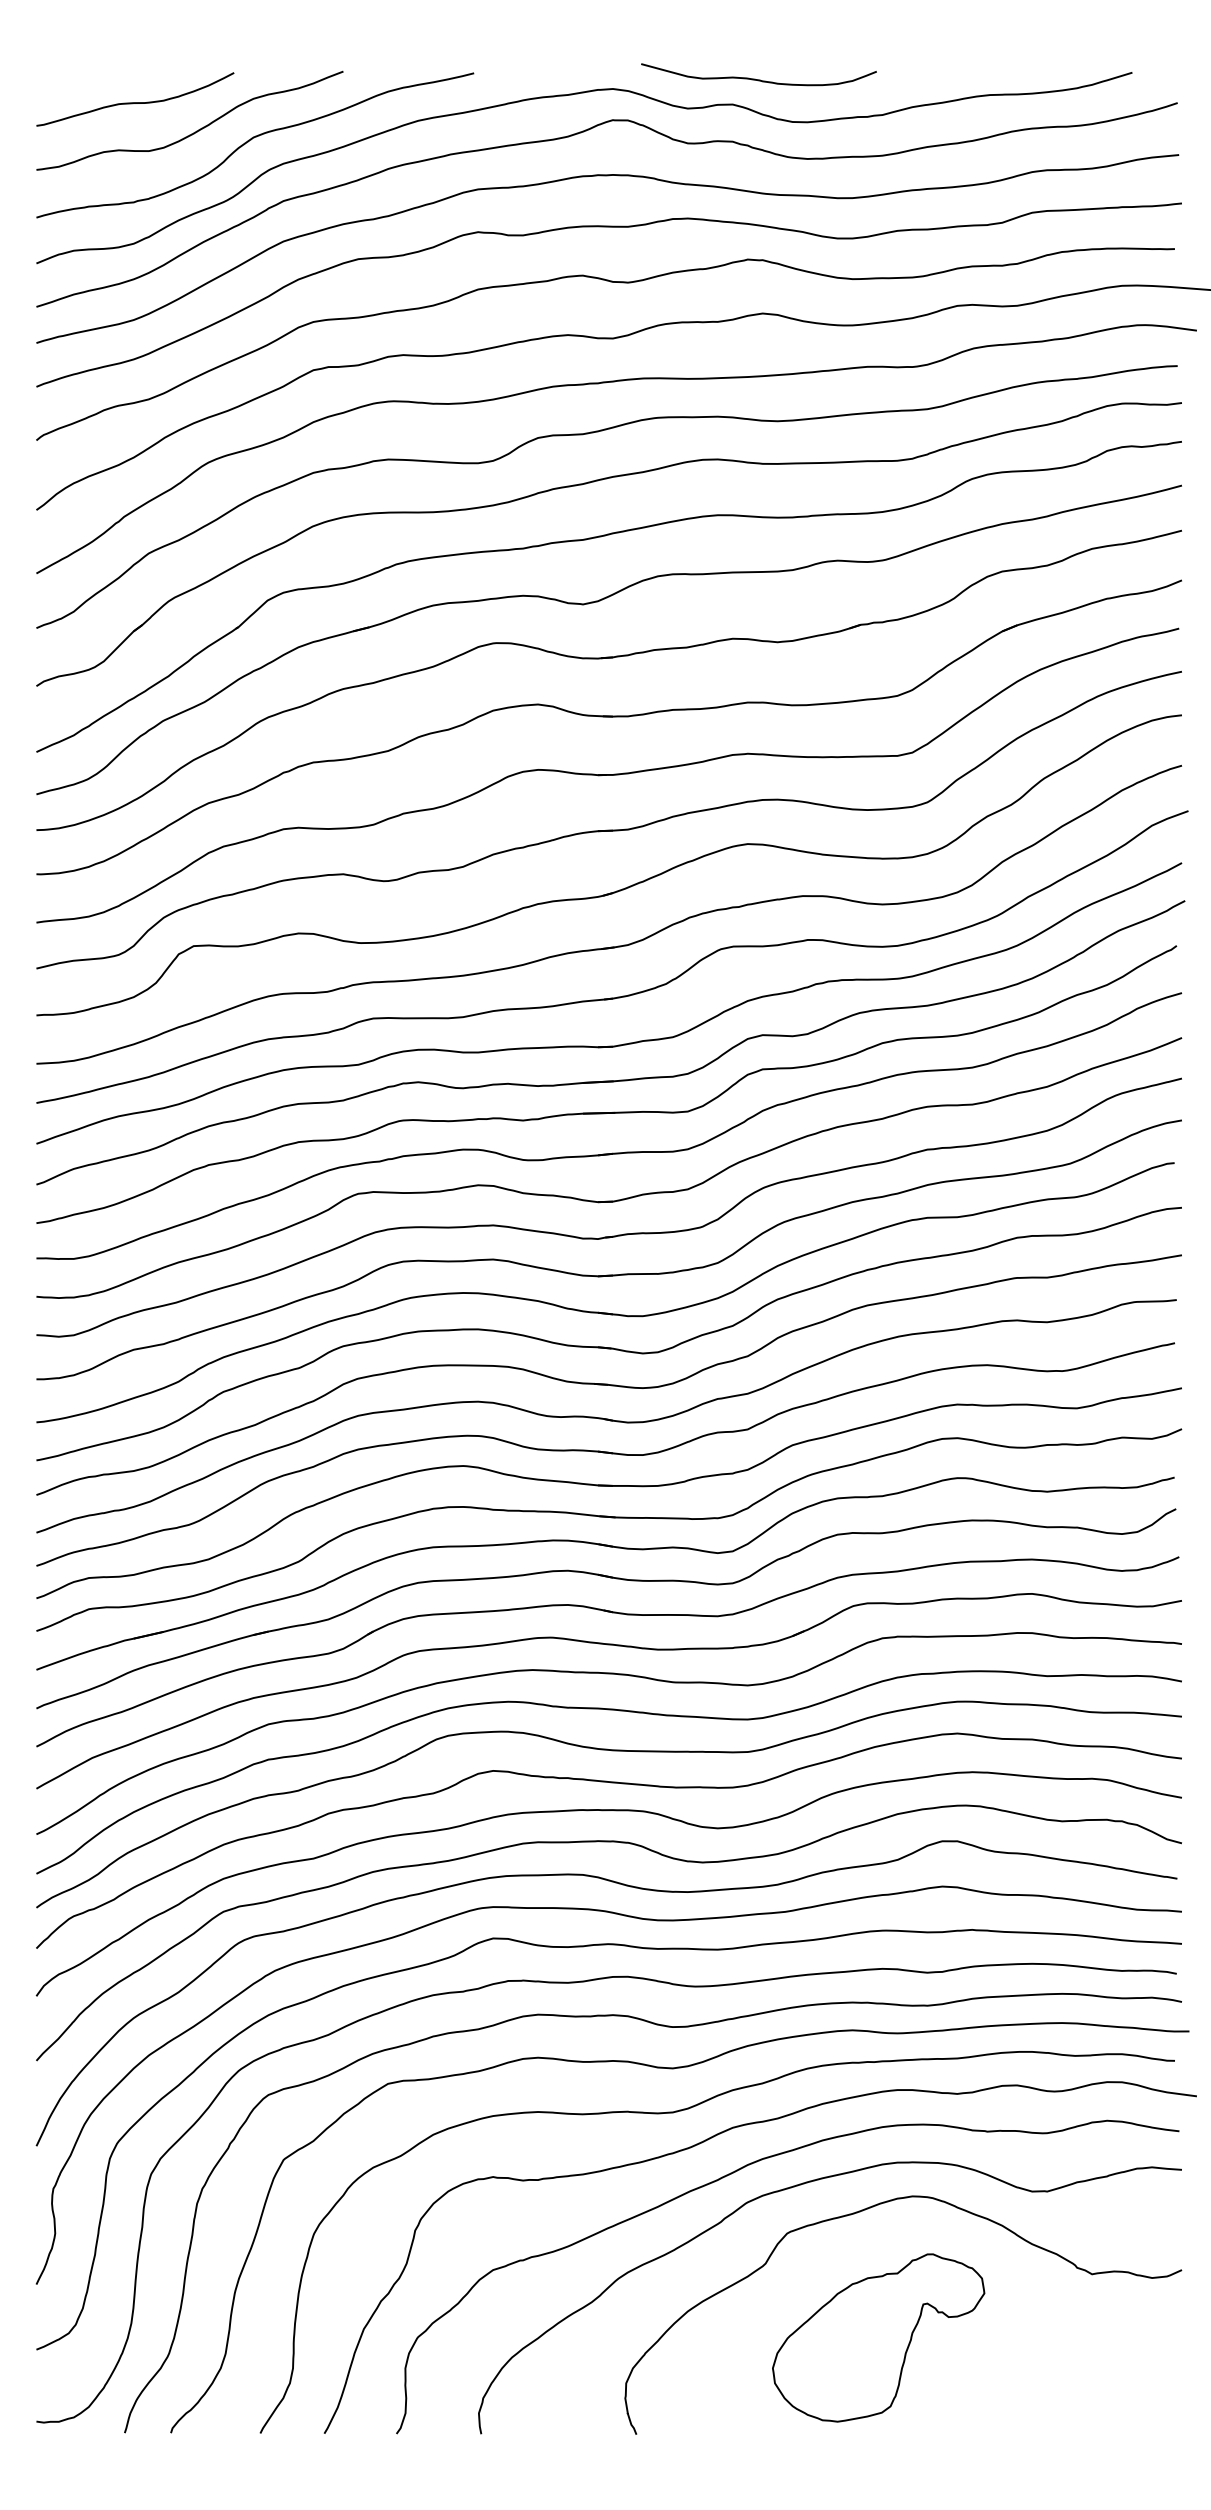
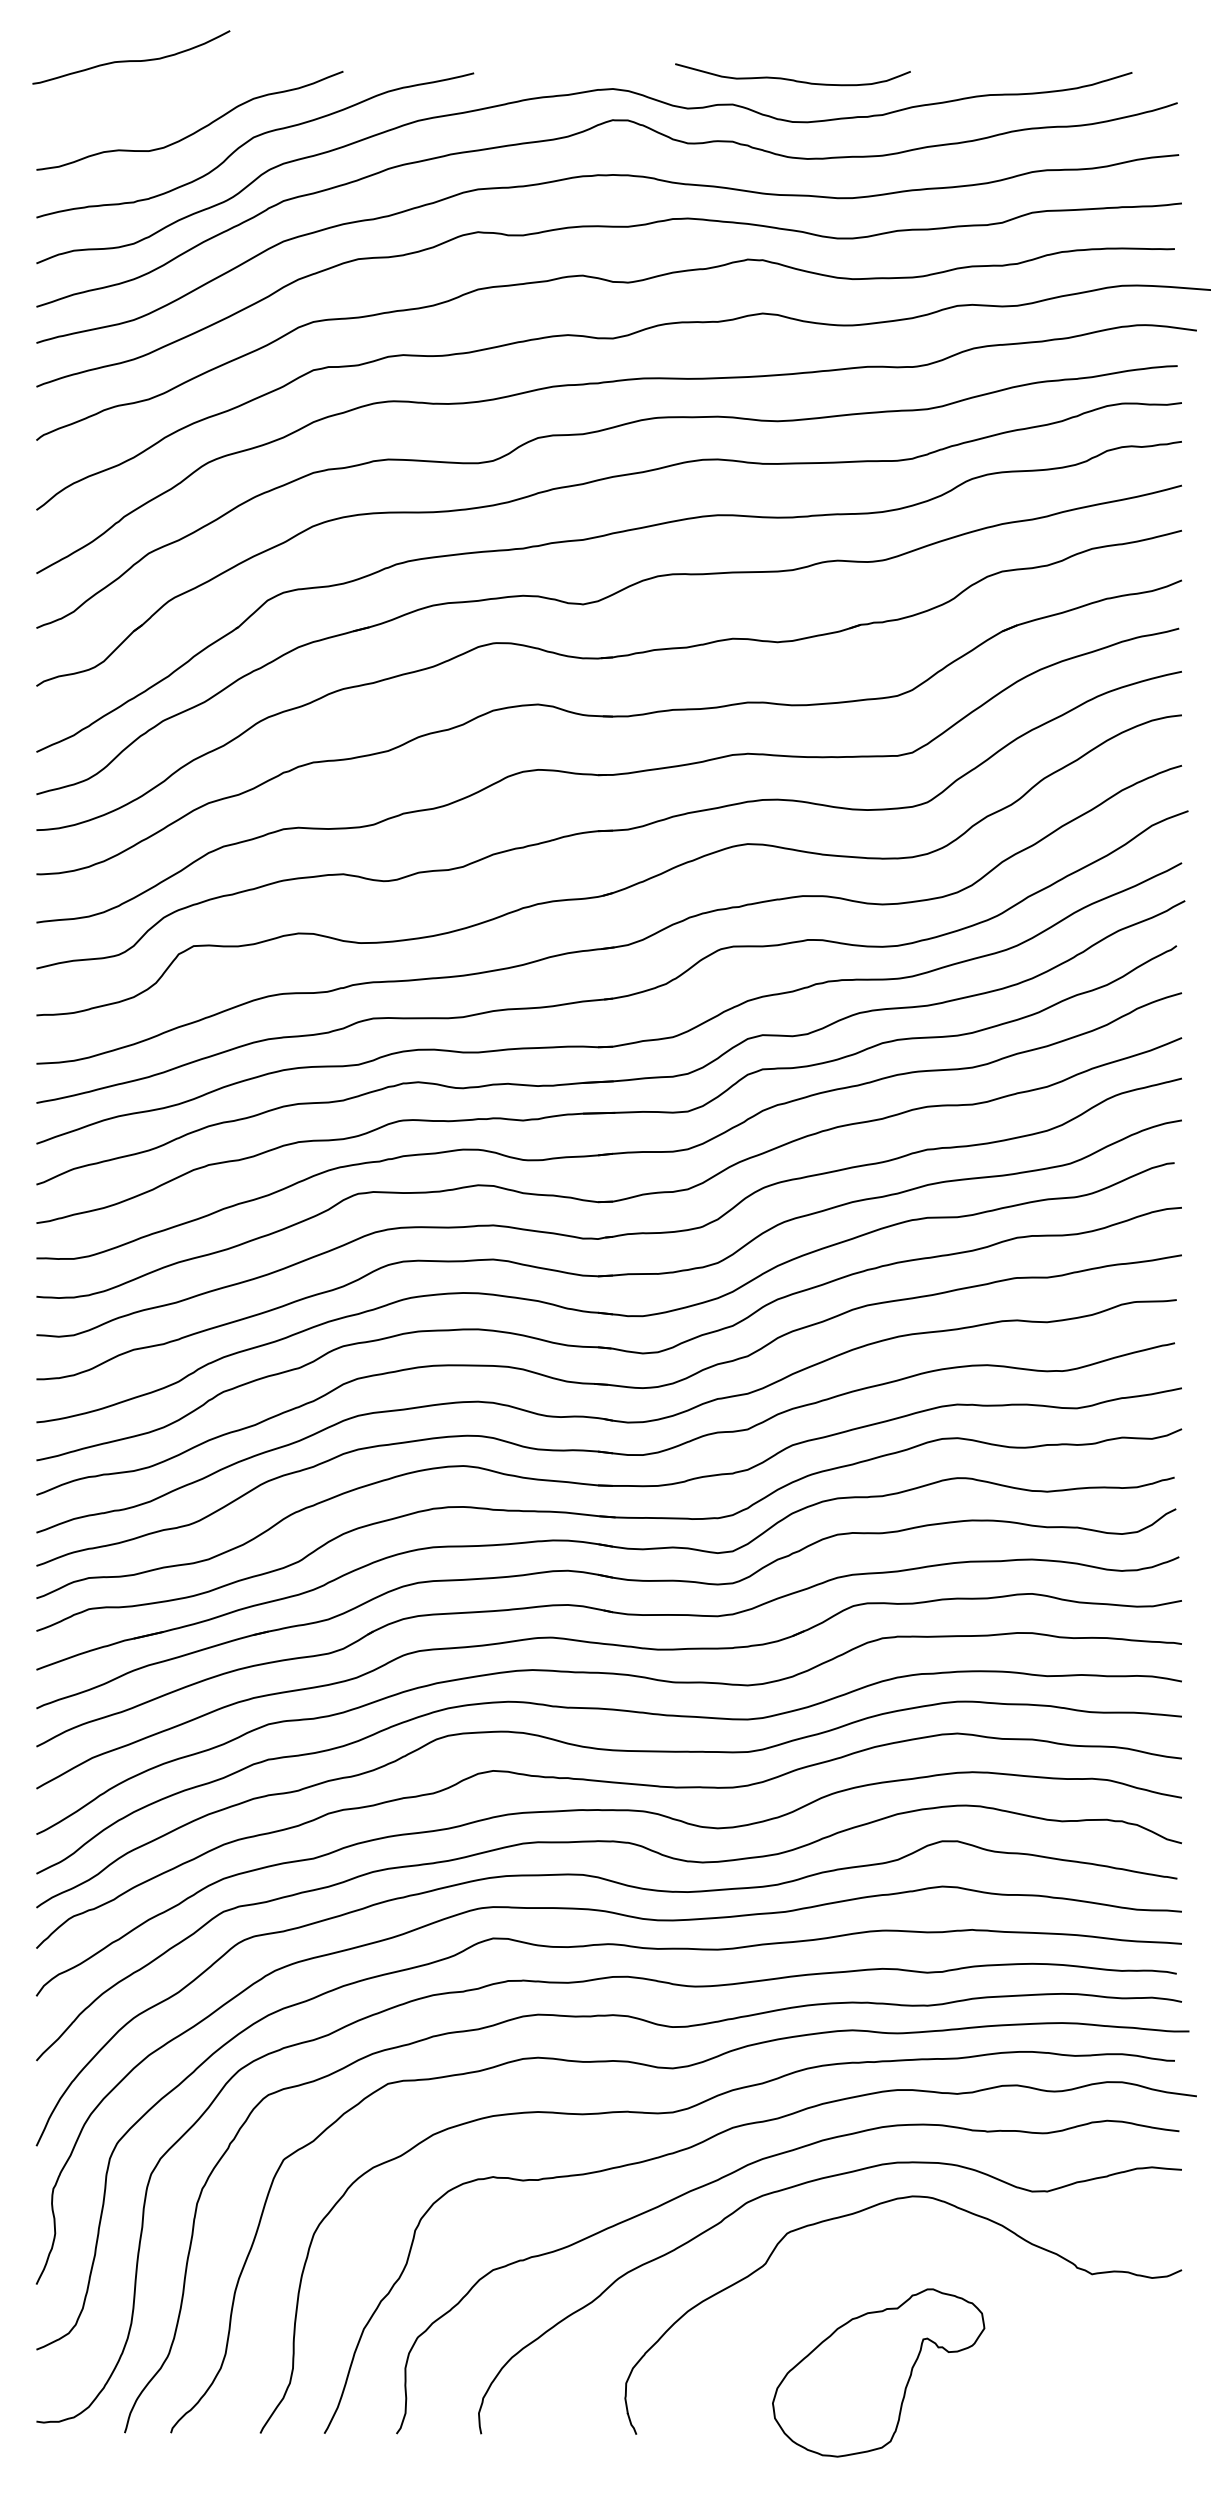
curve at (755, 78) position: (755, 78) -> (789, 78)
curve at (135, 102) position: (135, 102) -> (131, 60)
part at (878, 2337) position: (878, 2337) -> (878, 2372)
